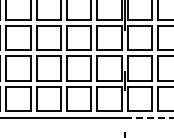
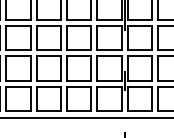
line at (149, 117): dashed -> solid
